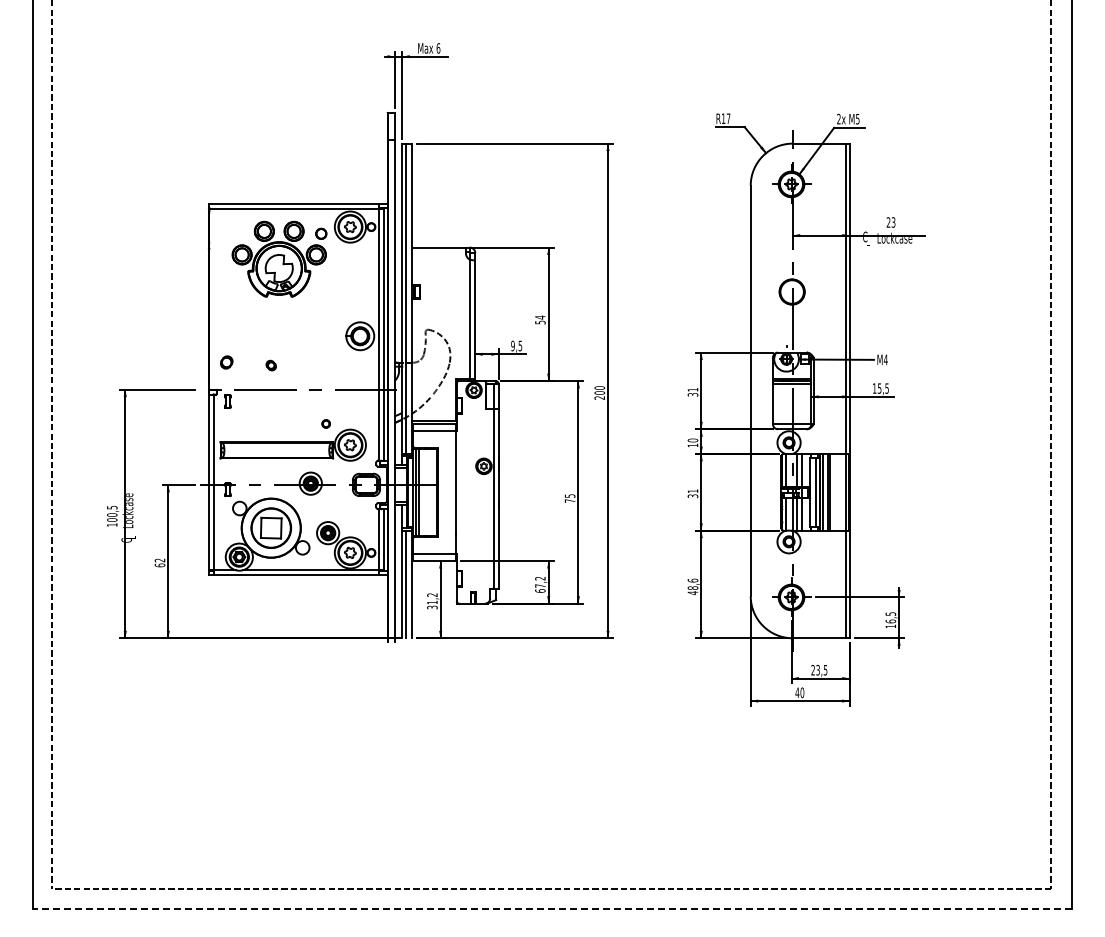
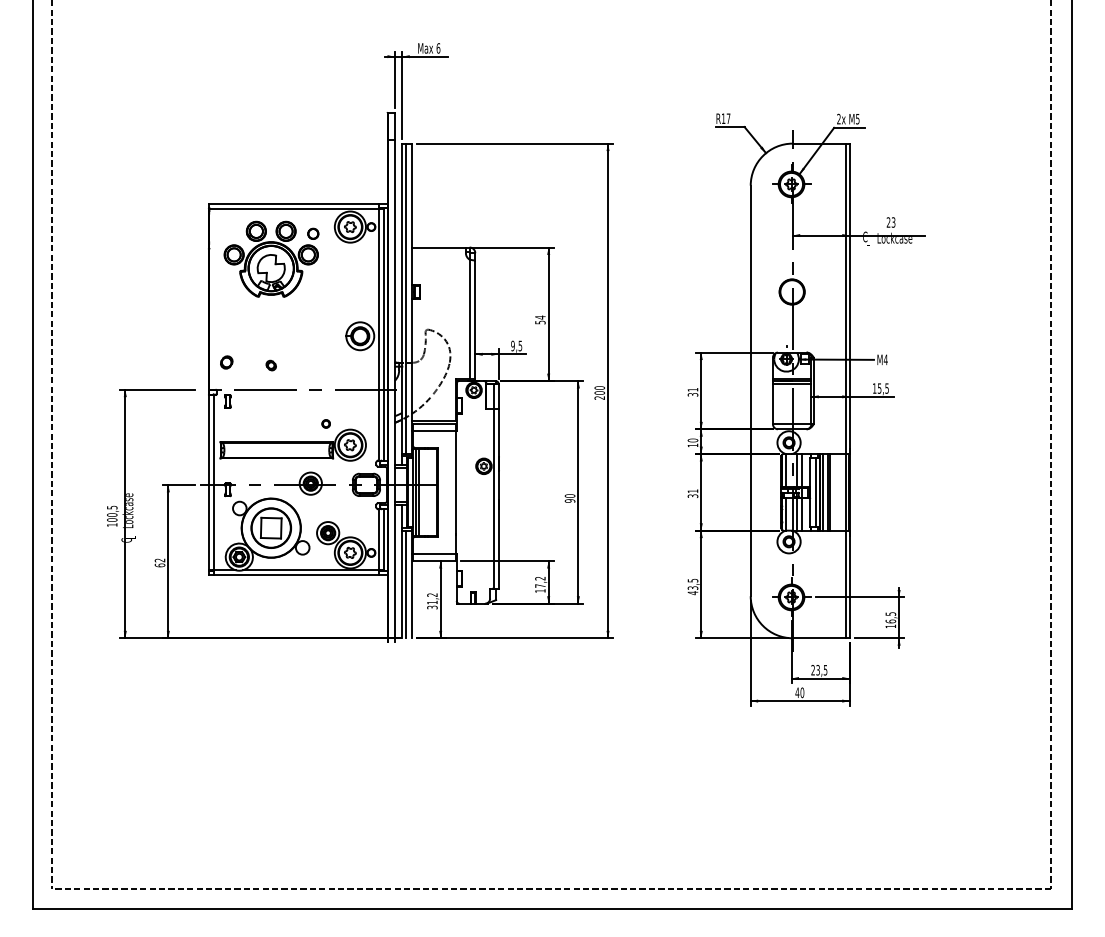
part at (279, 258) position: (279, 258) -> (271, 258)
text at (569, 498): 75 -> 90
text at (692, 583): 48,6 -> 43,5
text at (540, 590): 67,2 -> 17,2
line at (552, 908): dashed -> solid
